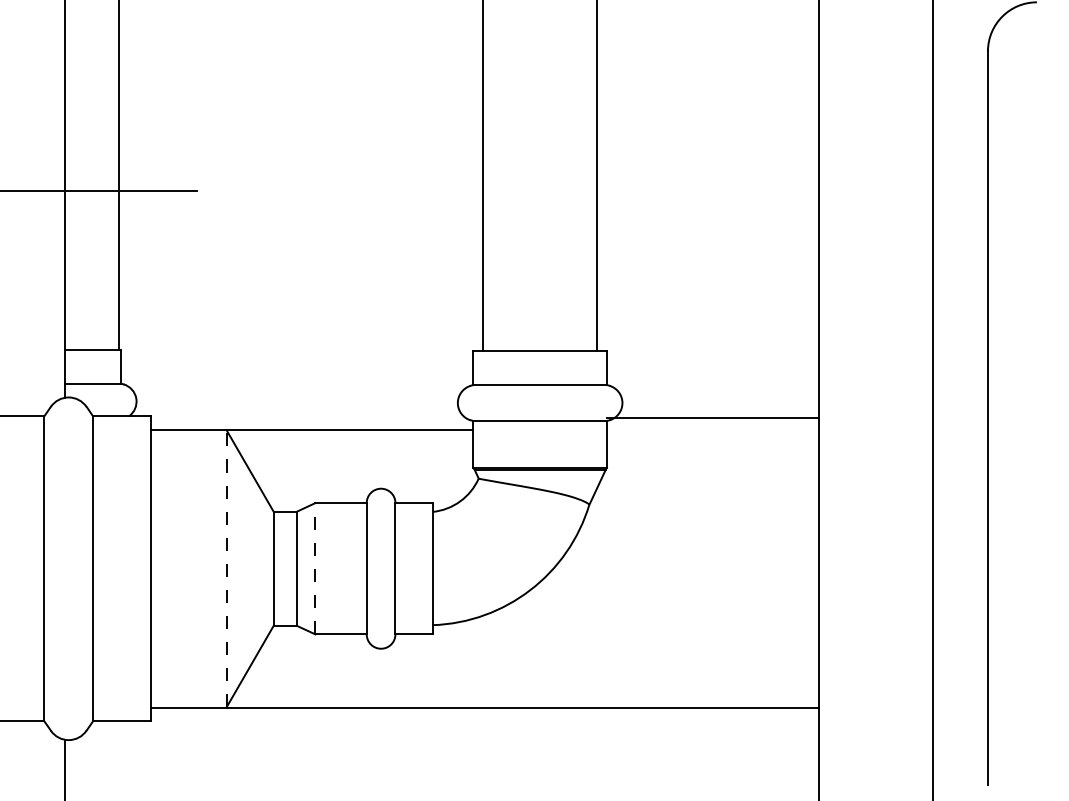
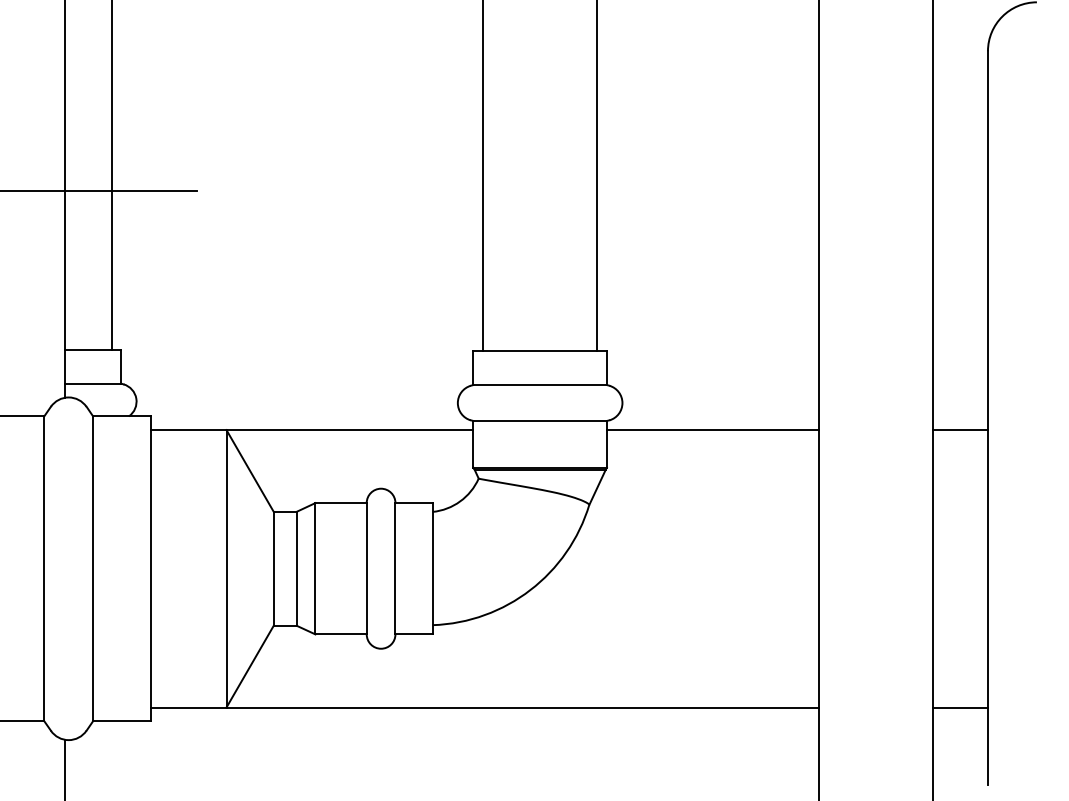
line at (118, 175) position: (118, 175) -> (111, 175)
line at (712, 418) position: (712, 418) -> (712, 430)
line at (960, 430): none -> present
line at (226, 568): dashed -> solid
line at (315, 568): dashed -> solid
line at (960, 707): none -> present
